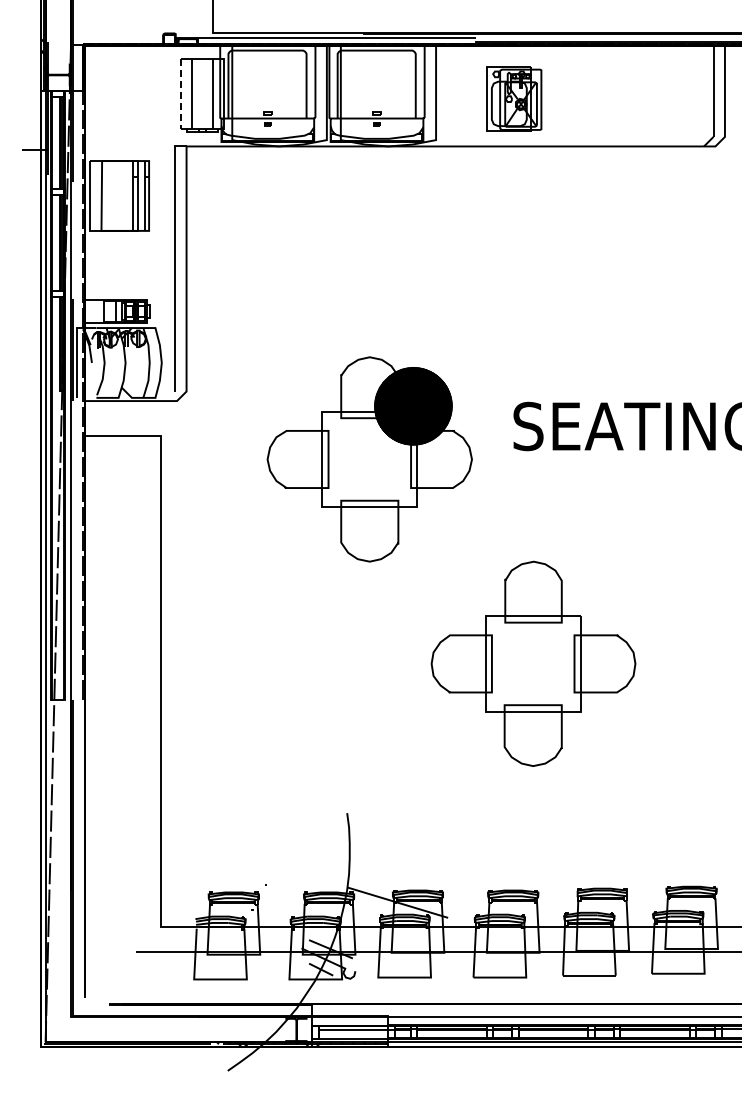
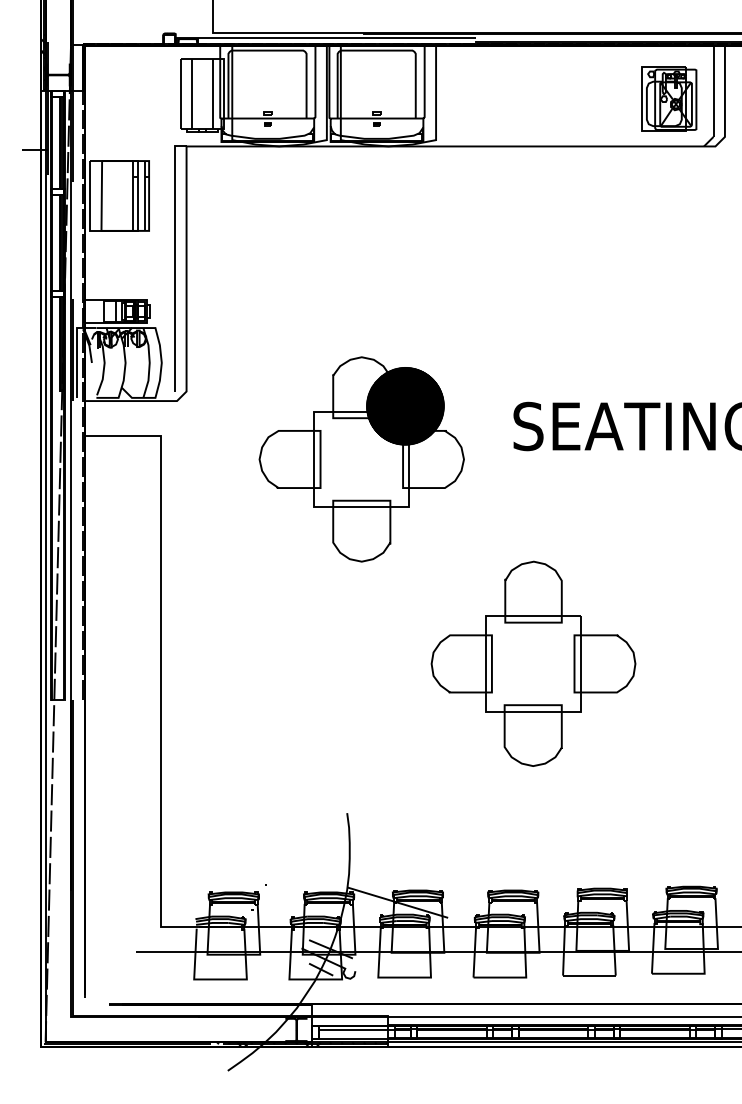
line at (180, 94): dashed -> solid
part at (514, 98) position: (514, 98) -> (669, 98)
part at (369, 459) position: (369, 459) -> (361, 459)
